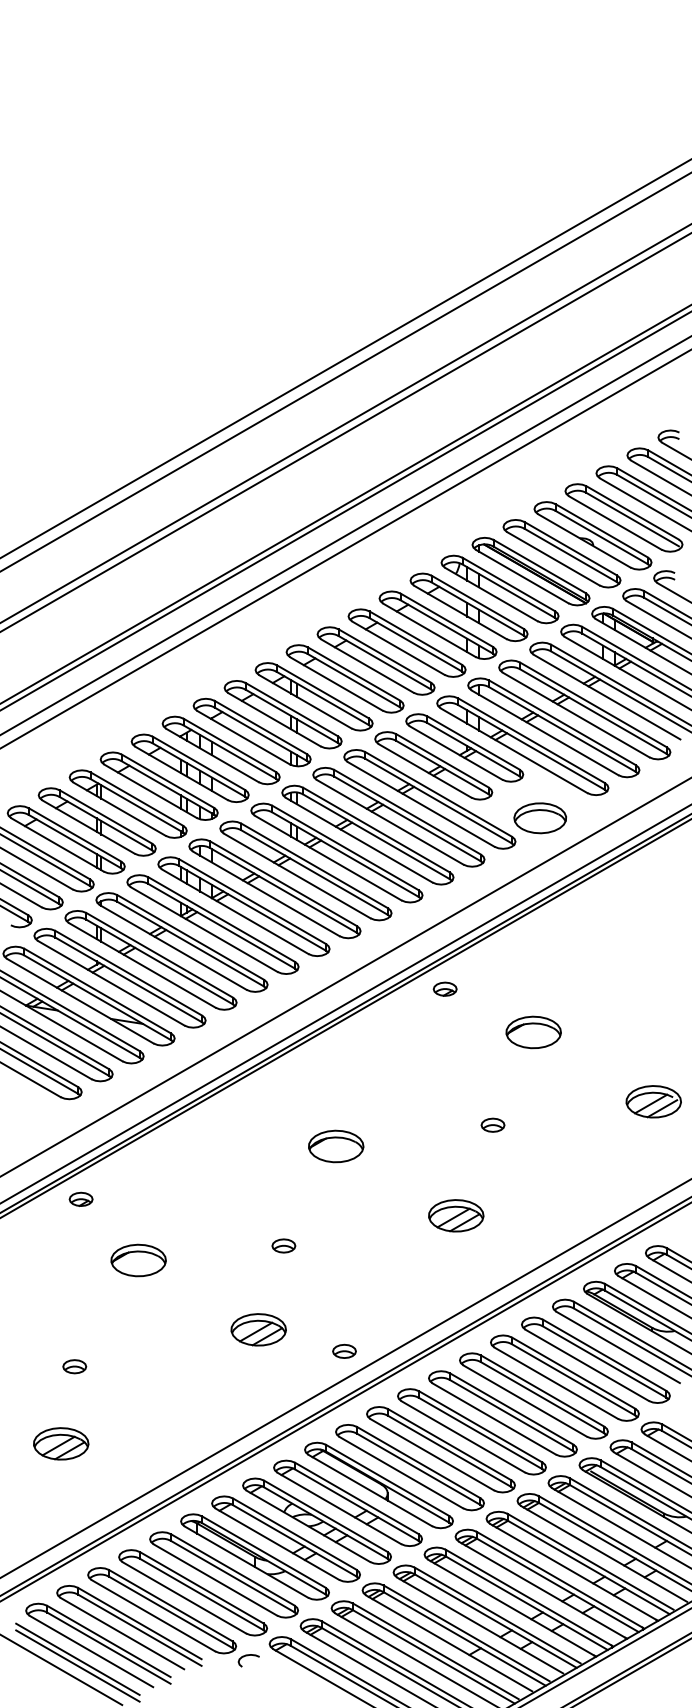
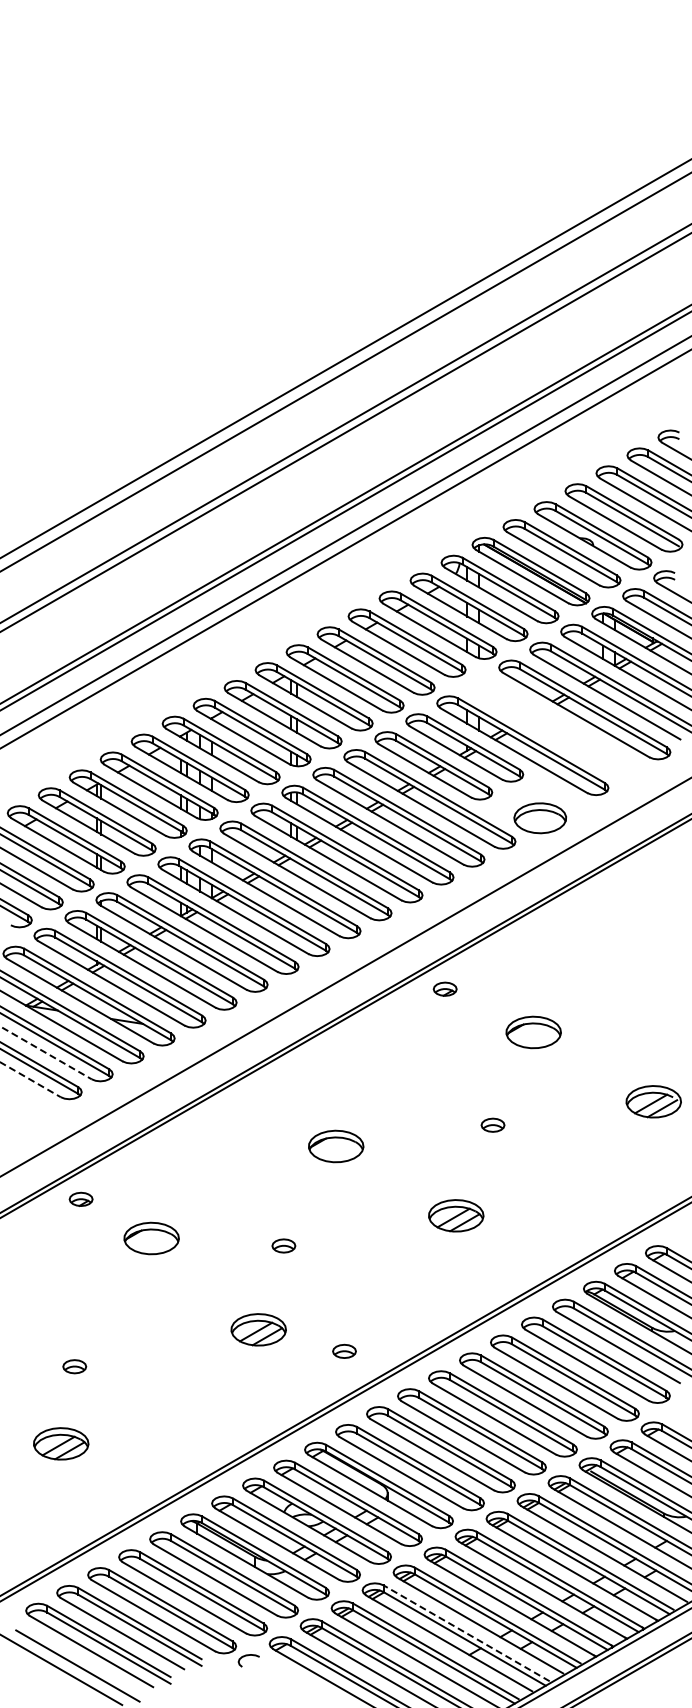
part at (553, 727): present -> none
line at (345, 1004): present -> none
line at (45, 1052): solid -> dashed
line at (30, 1079): solid -> dashed
part at (138, 1260) position: (138, 1260) -> (151, 1238)
line at (345, 1378): present -> none
line at (466, 1633): solid -> dashed
line at (77, 1658): present -> none
